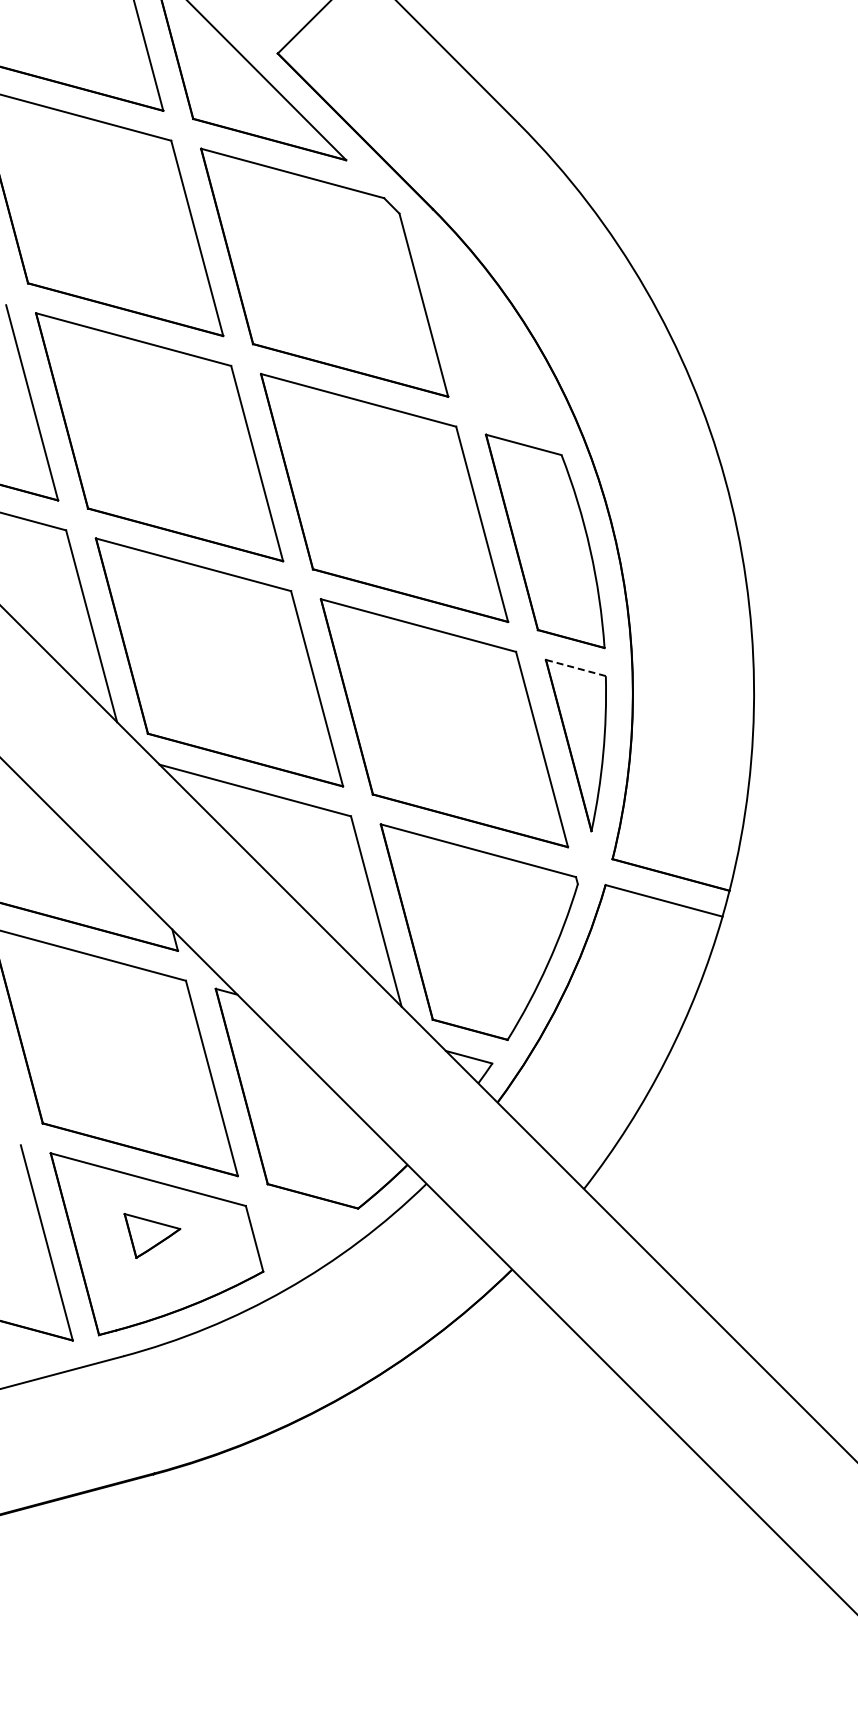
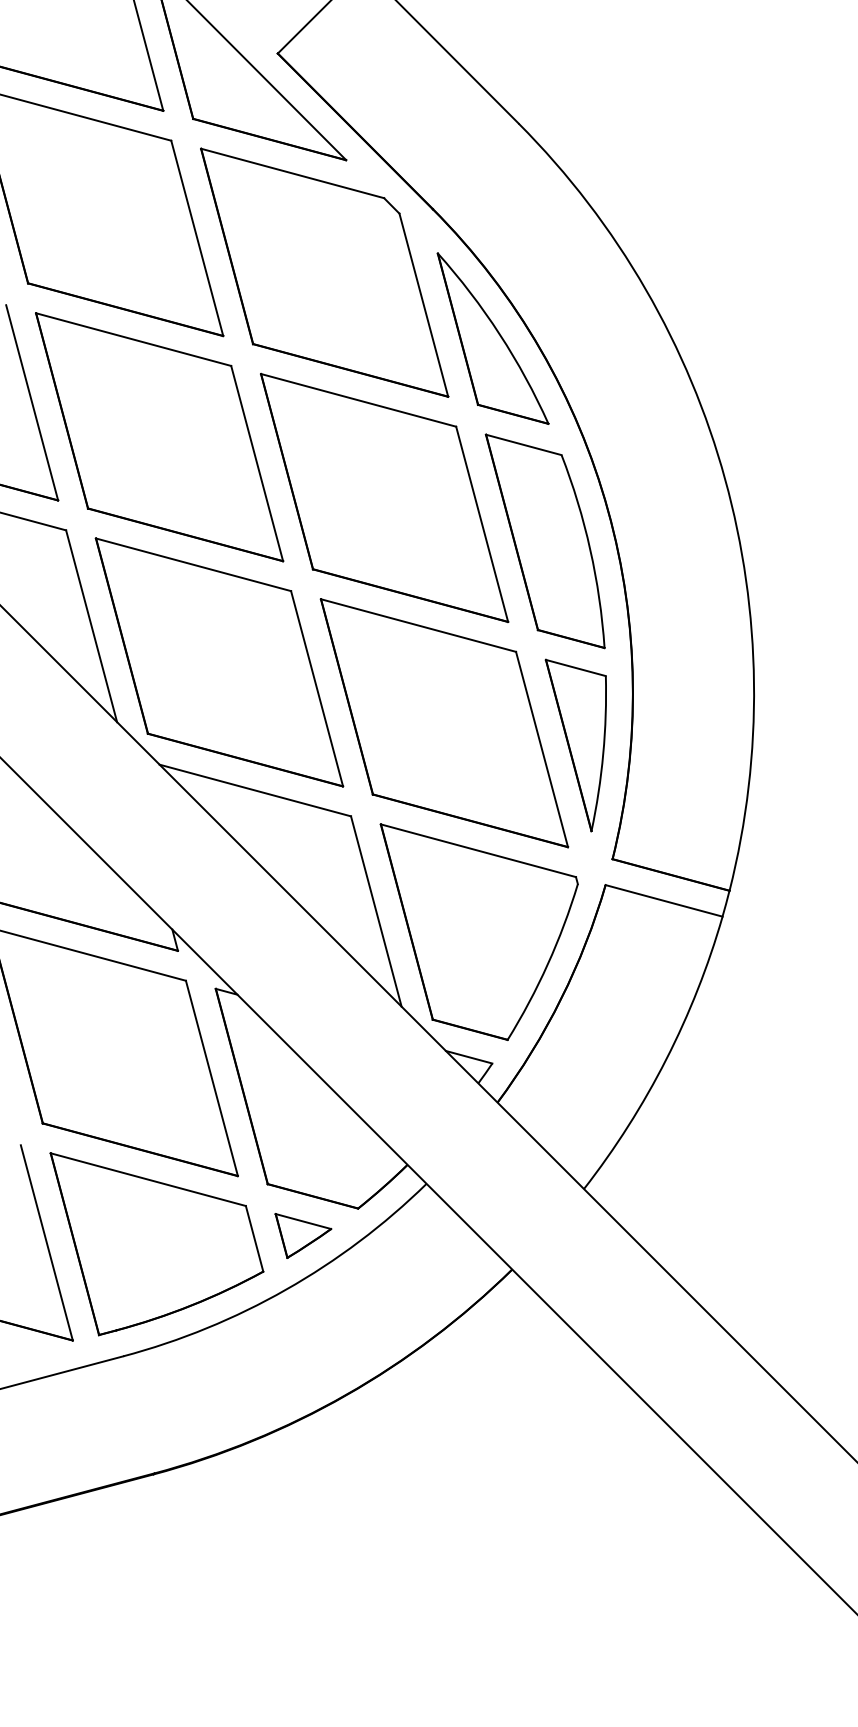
part at (492, 338): none -> present
line at (575, 668): dashed -> solid
part at (152, 1235) position: (152, 1235) -> (303, 1235)
